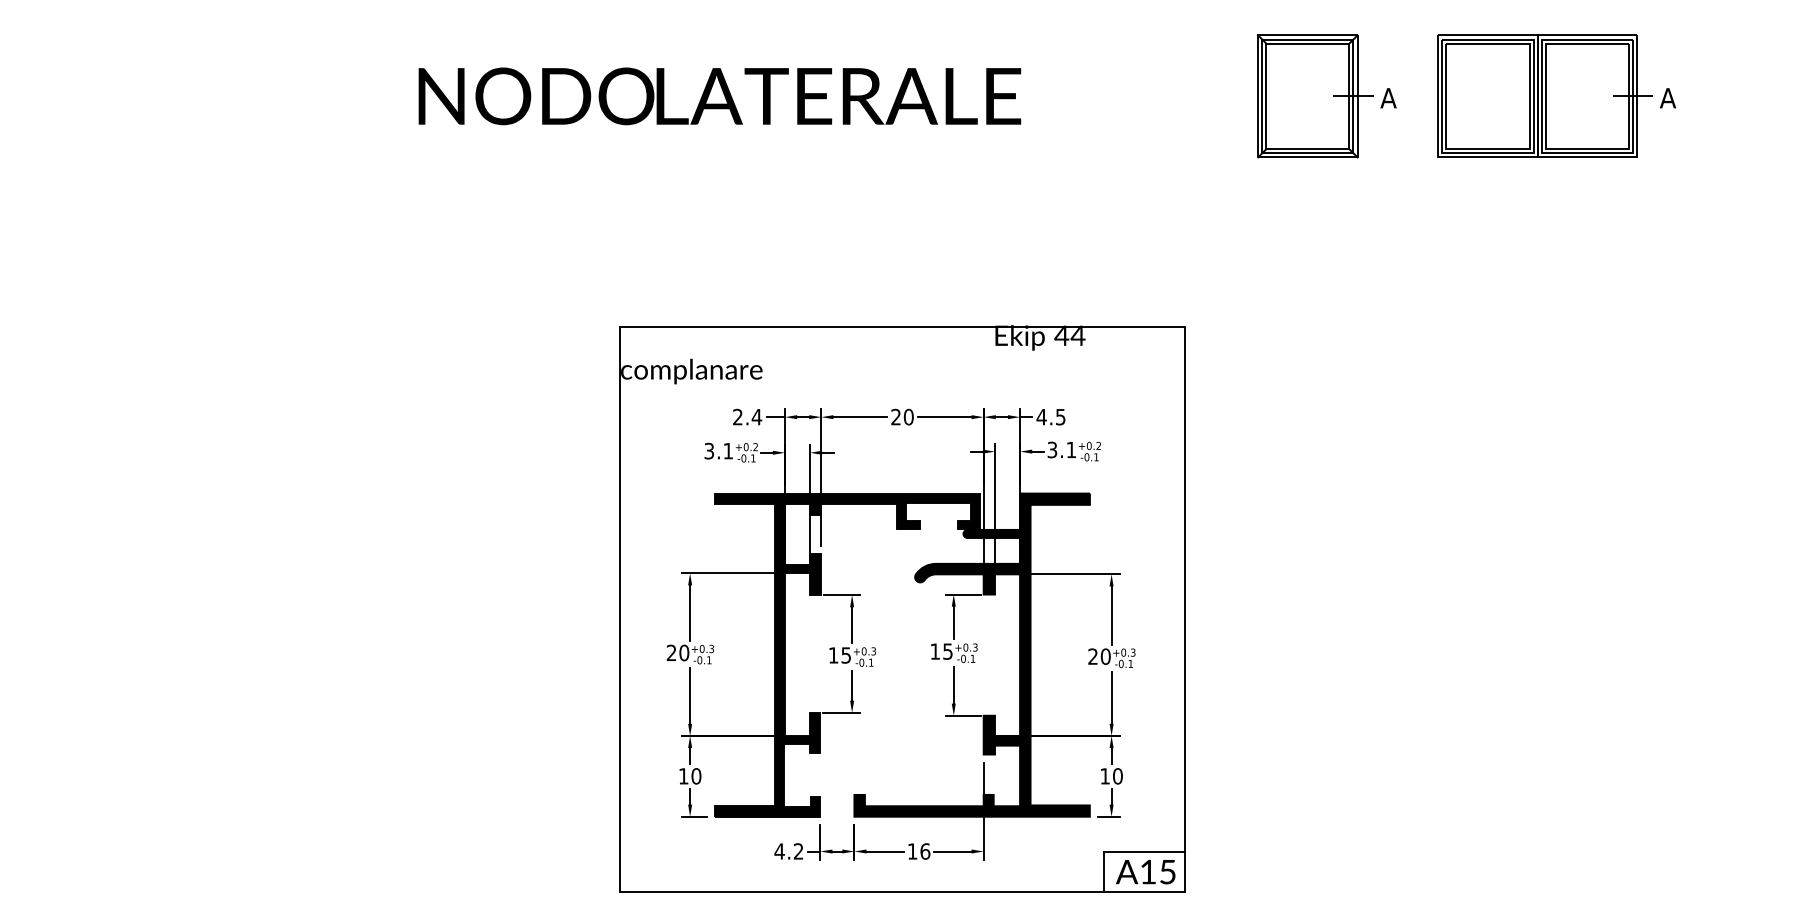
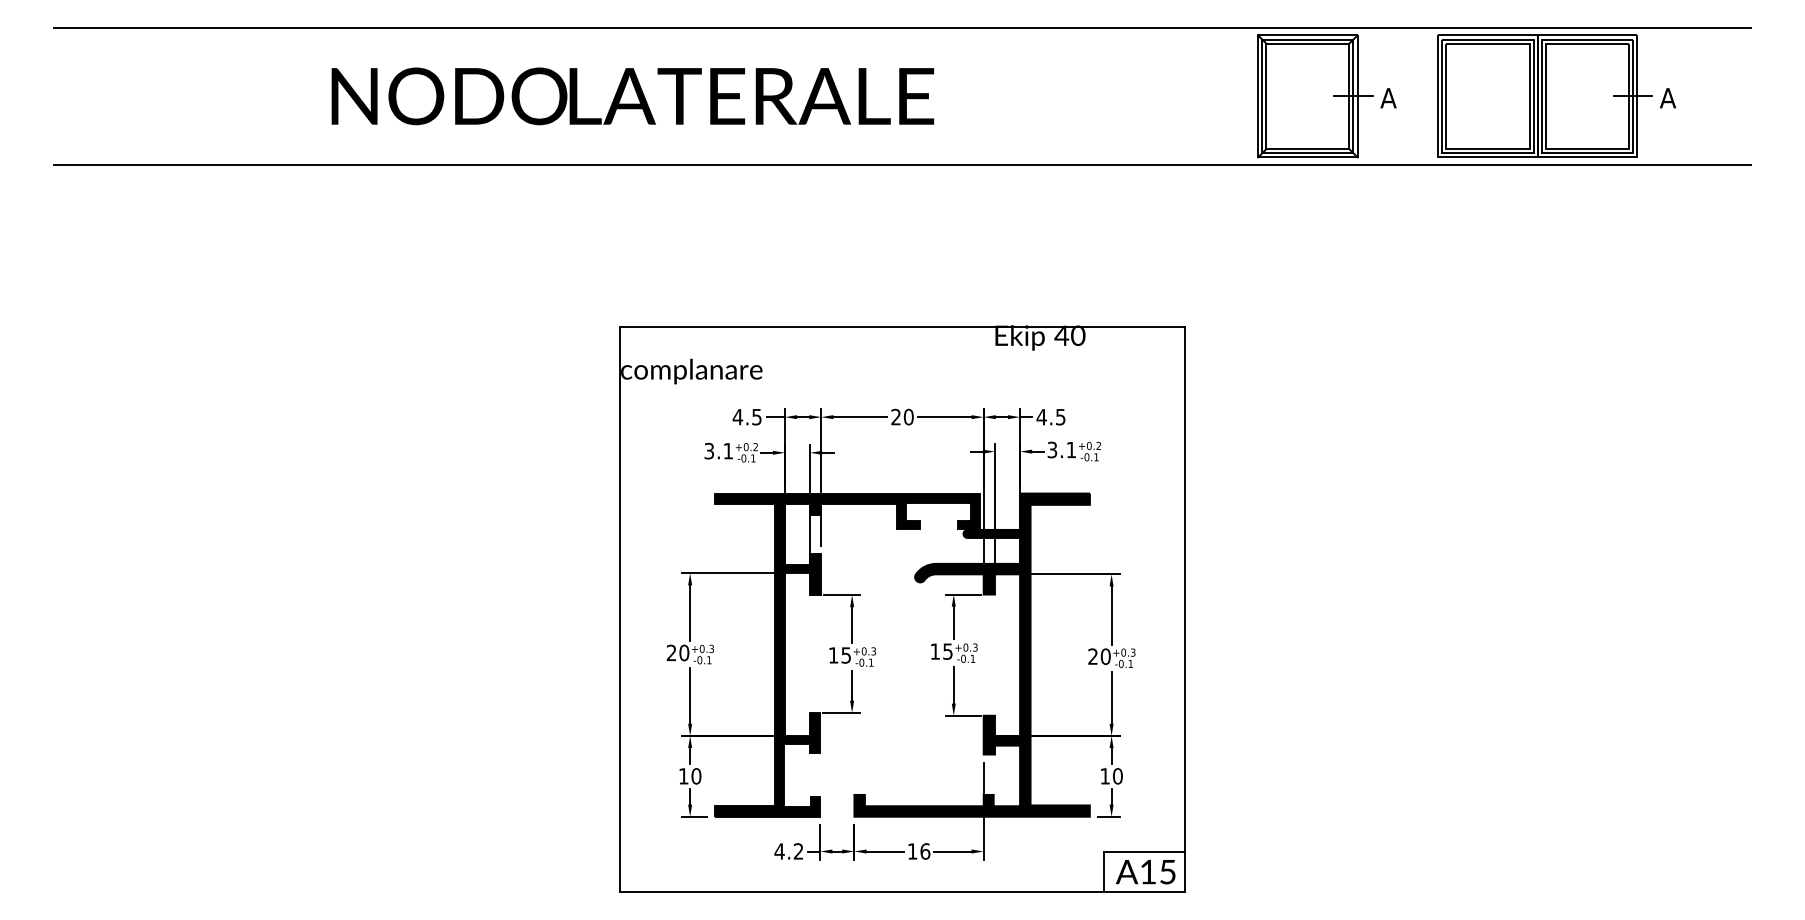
line at (902, 27): none -> present
text at (719, 96) position: (719, 96) -> (632, 96)
line at (902, 165): none -> present
text at (1077, 335): 44 -> 40
text at (747, 416): 2.4 -> 4.5
